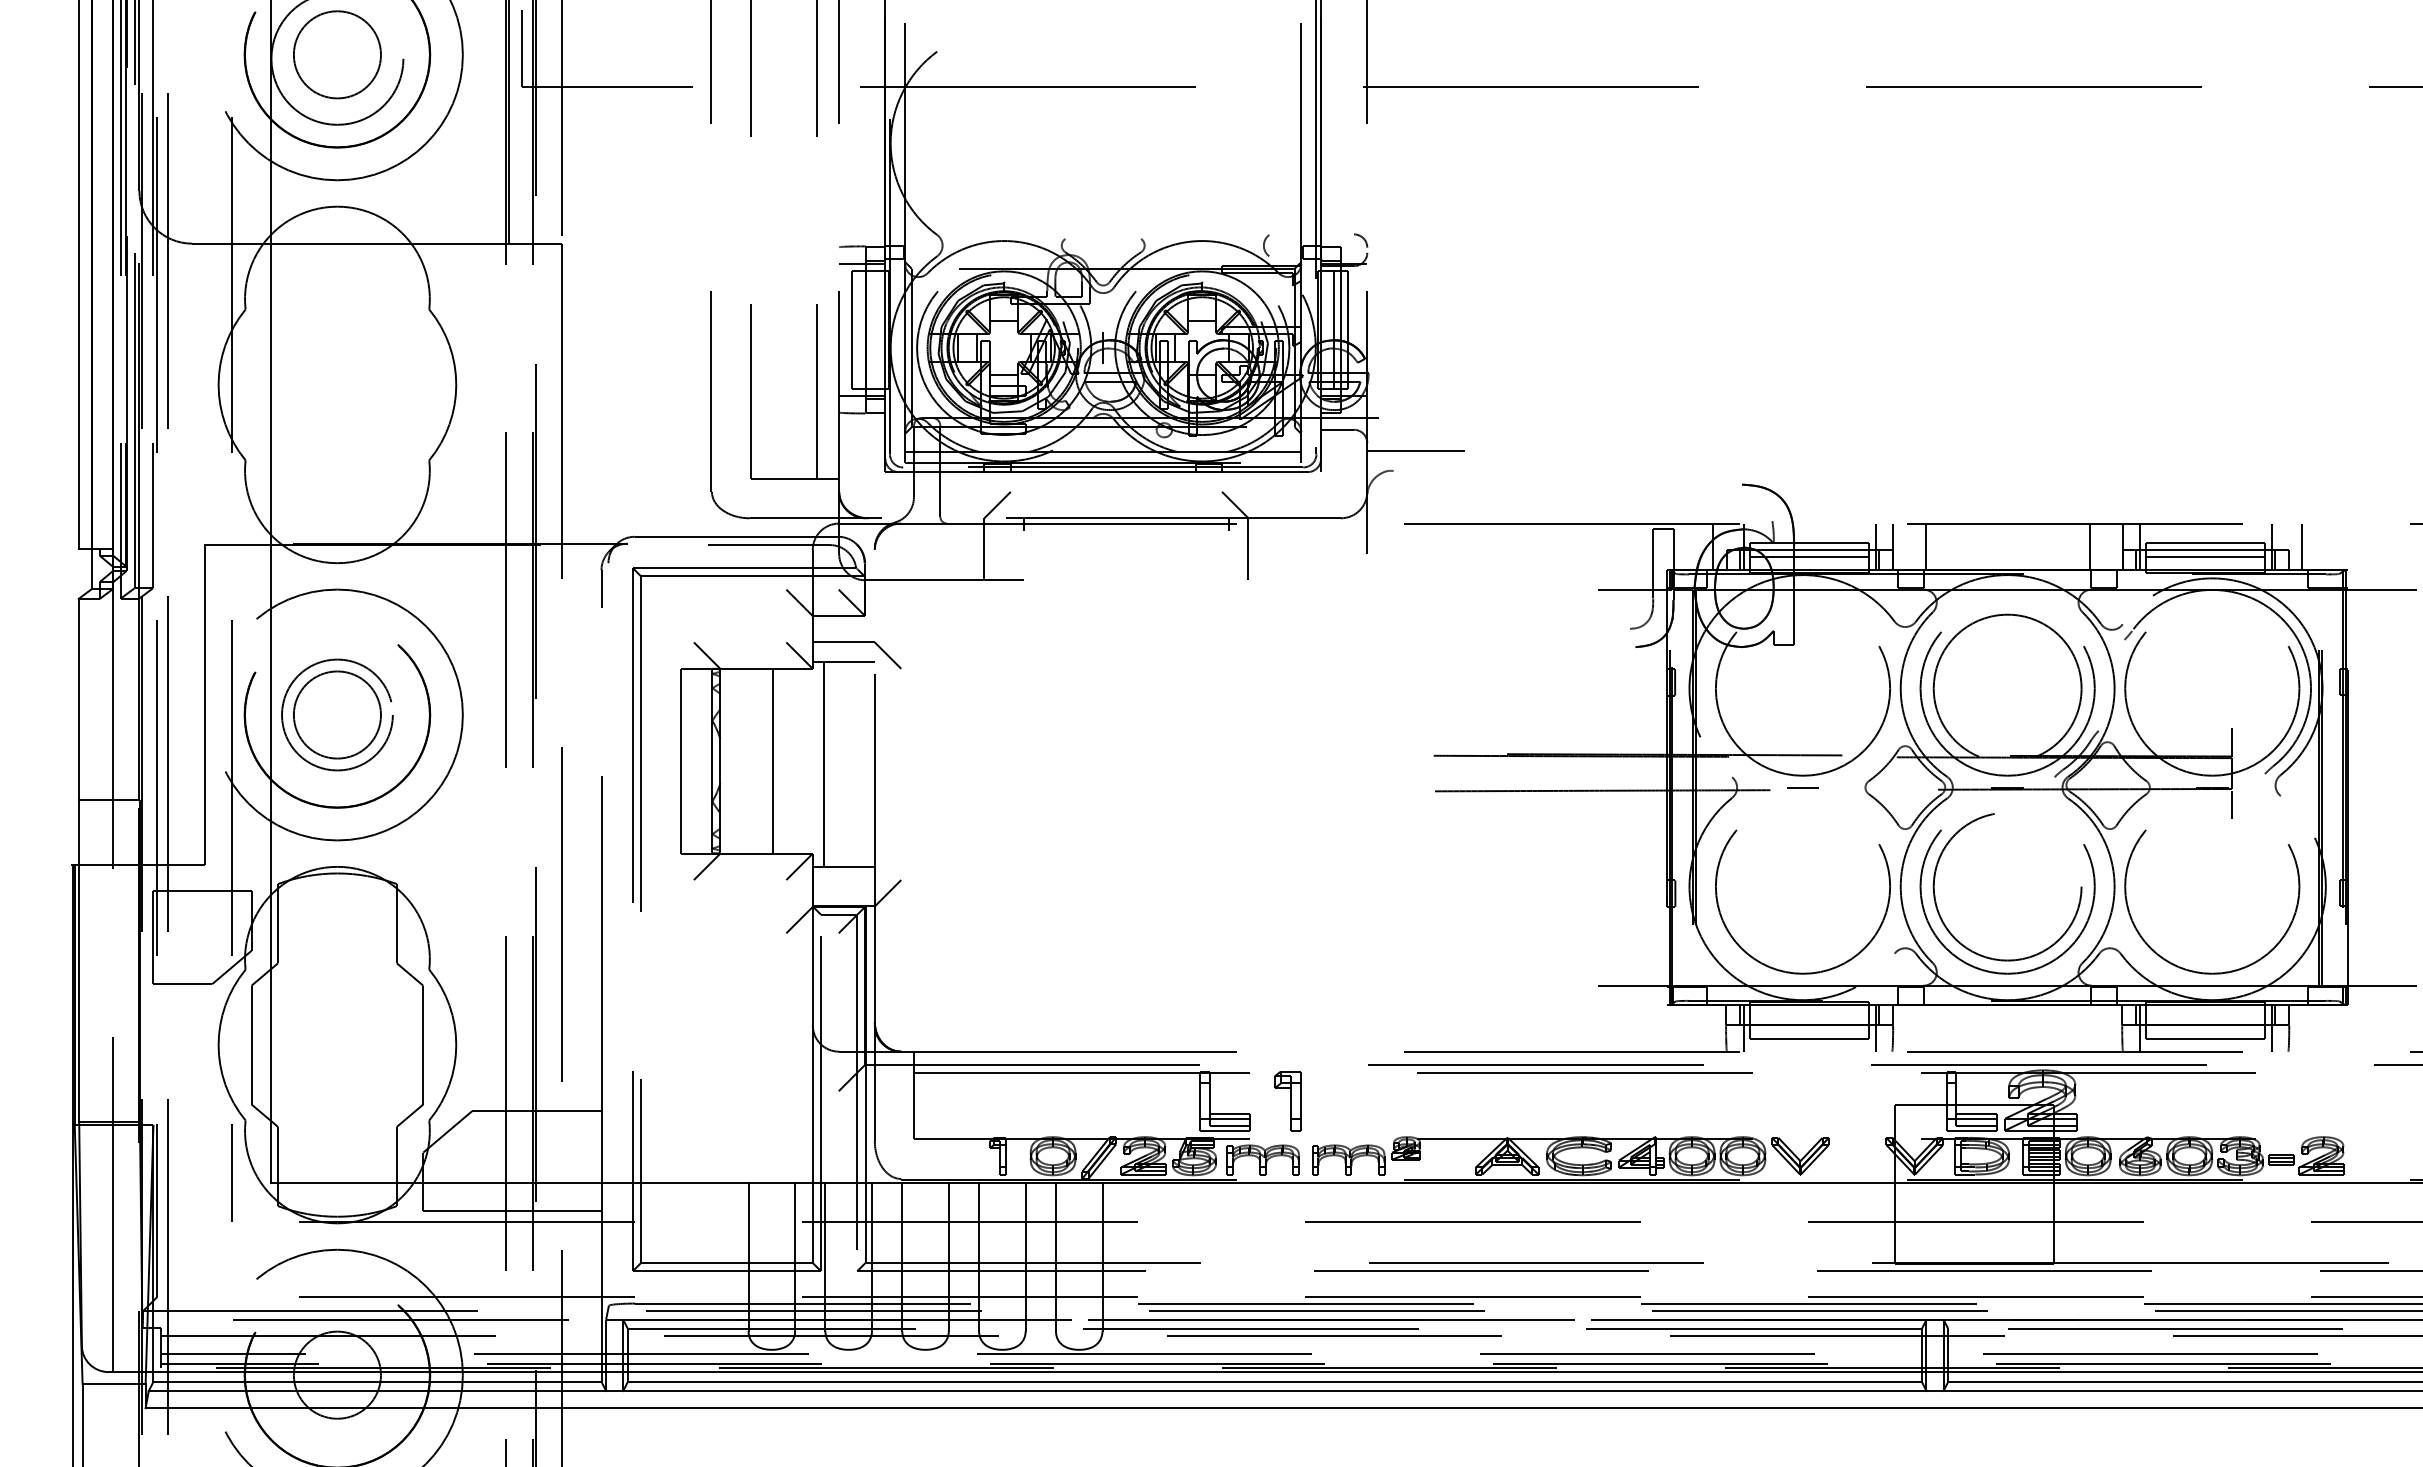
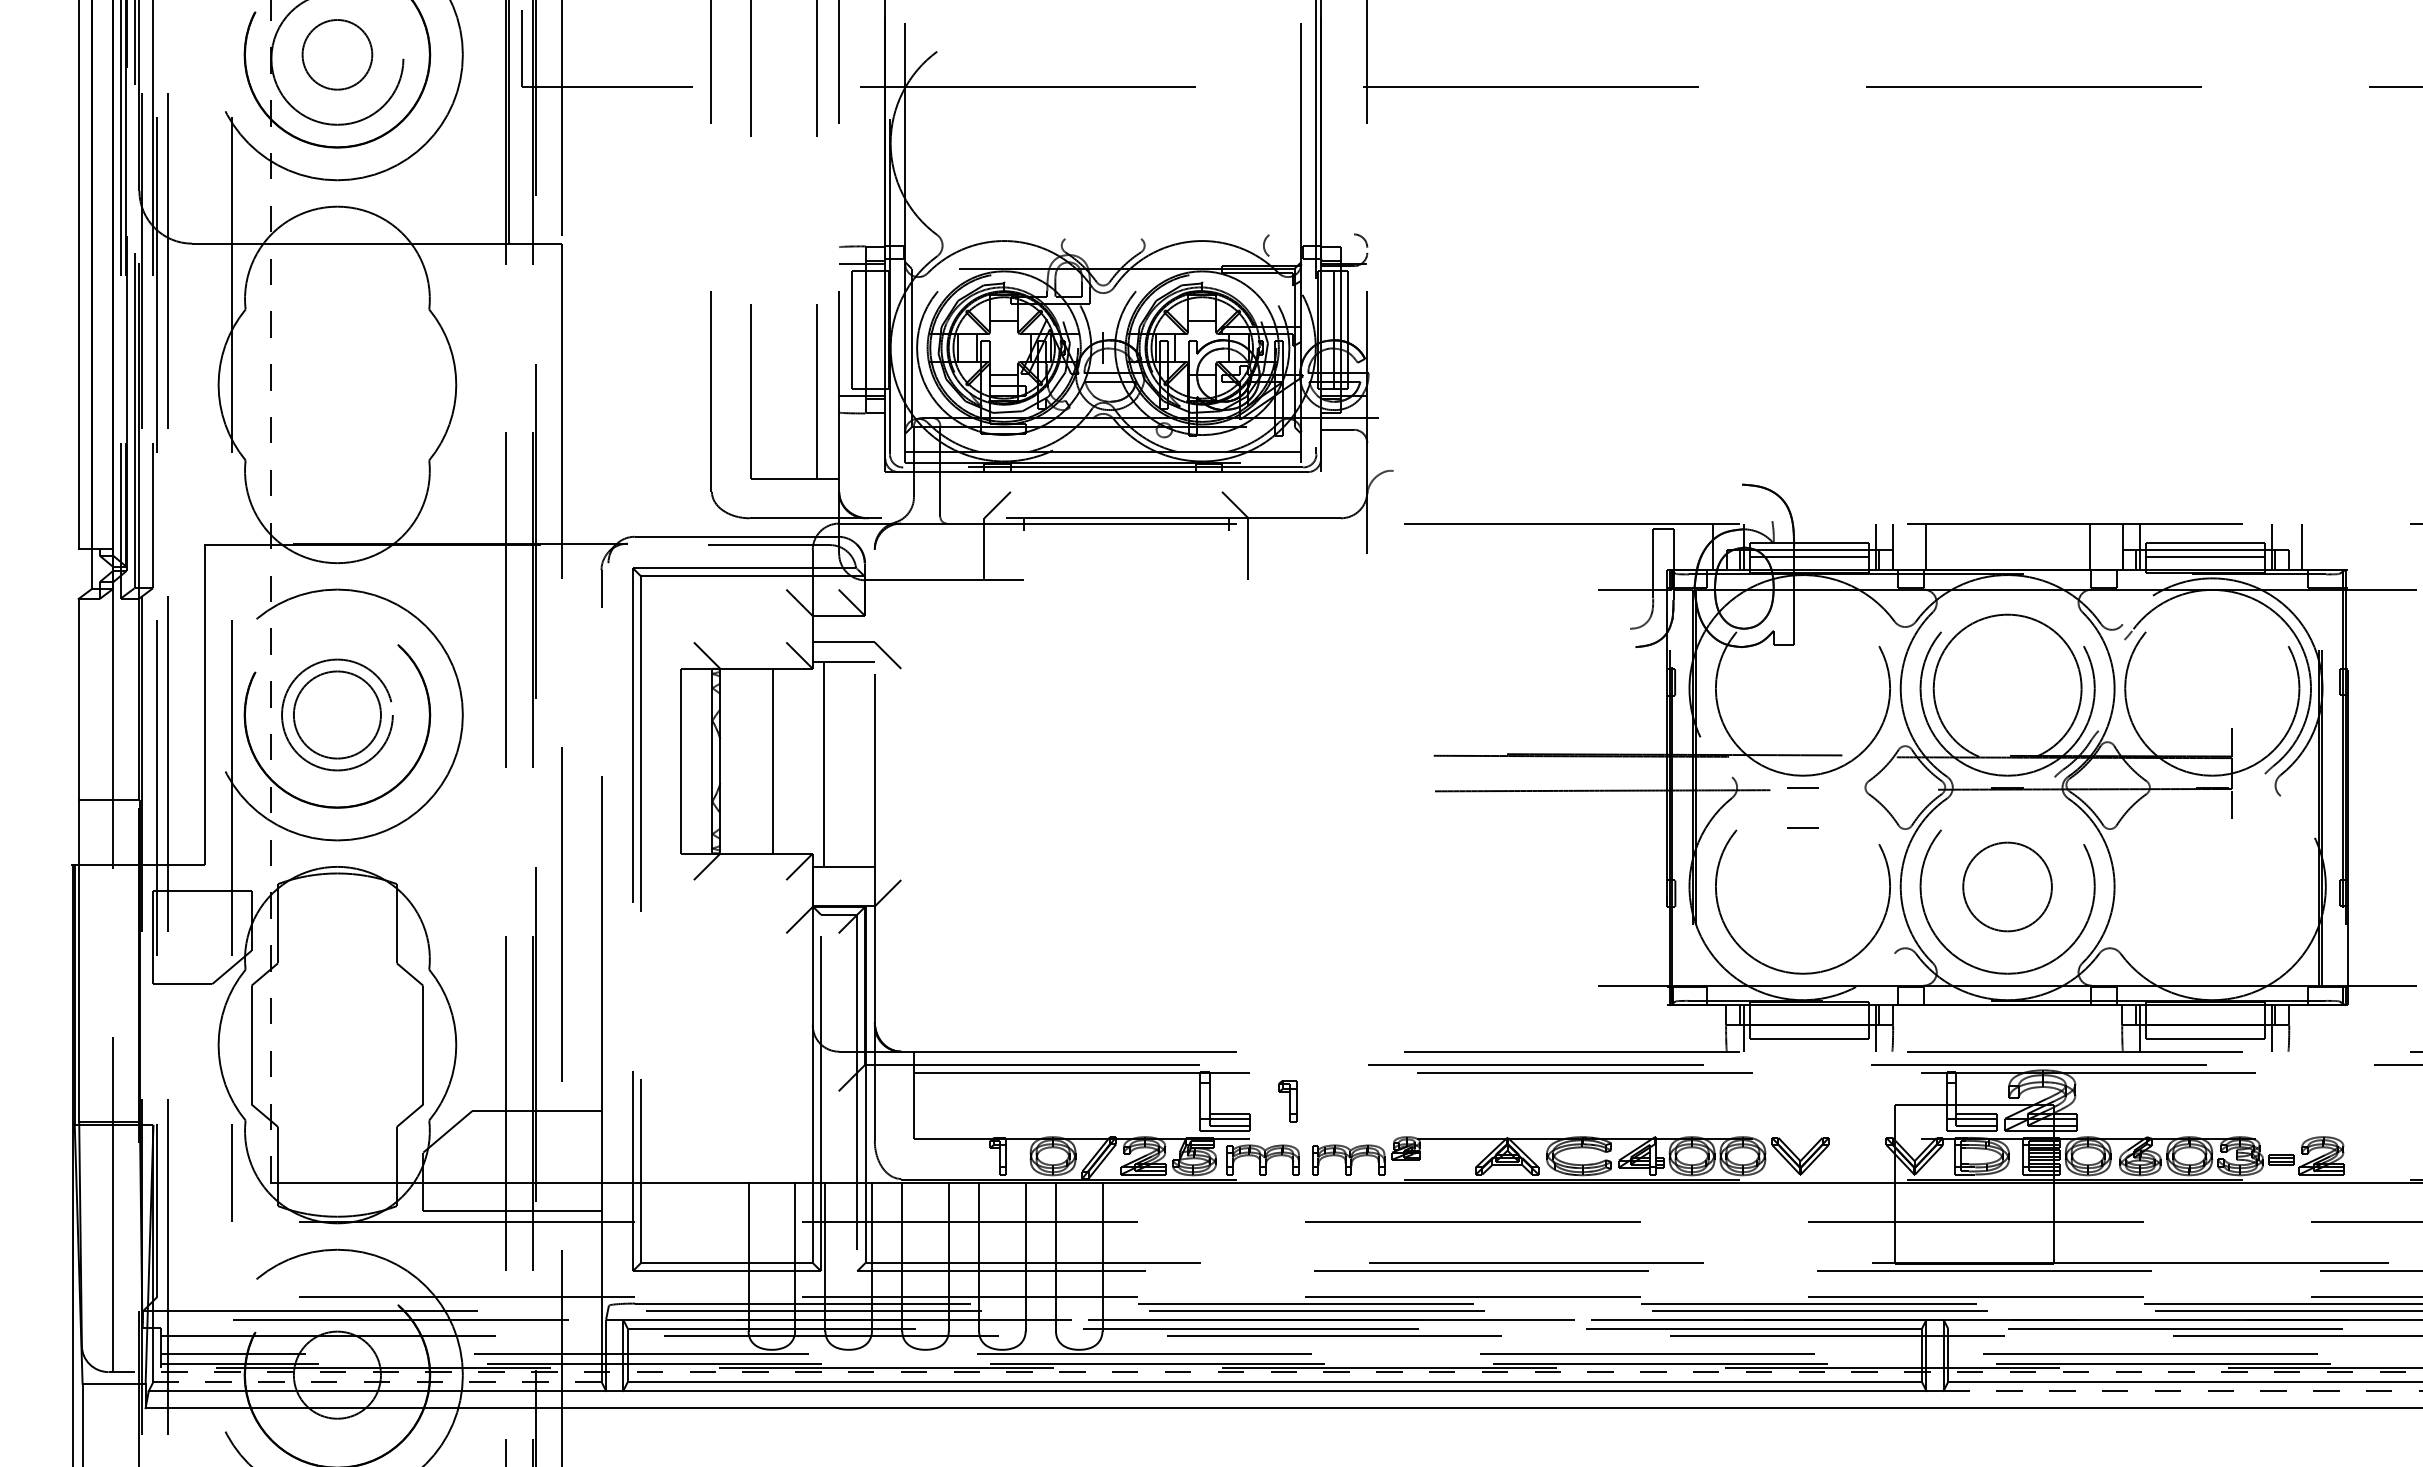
circle at (337, 54) diameter: 87 px -> 70 px
line at (1416, 450): present -> none
line at (271, 591): solid -> dashed
line at (1802, 827): none -> present
circle at (2007, 887) size: 151x149 px -> 91x92 px
circle at (2212, 901): present -> none
part at (1287, 1101) size: 28x61 px -> 20x43 px
line at (1265, 1372): solid -> dashed
line at (376, 1381): solid -> dashed
line at (2183, 1391): solid -> dashed
